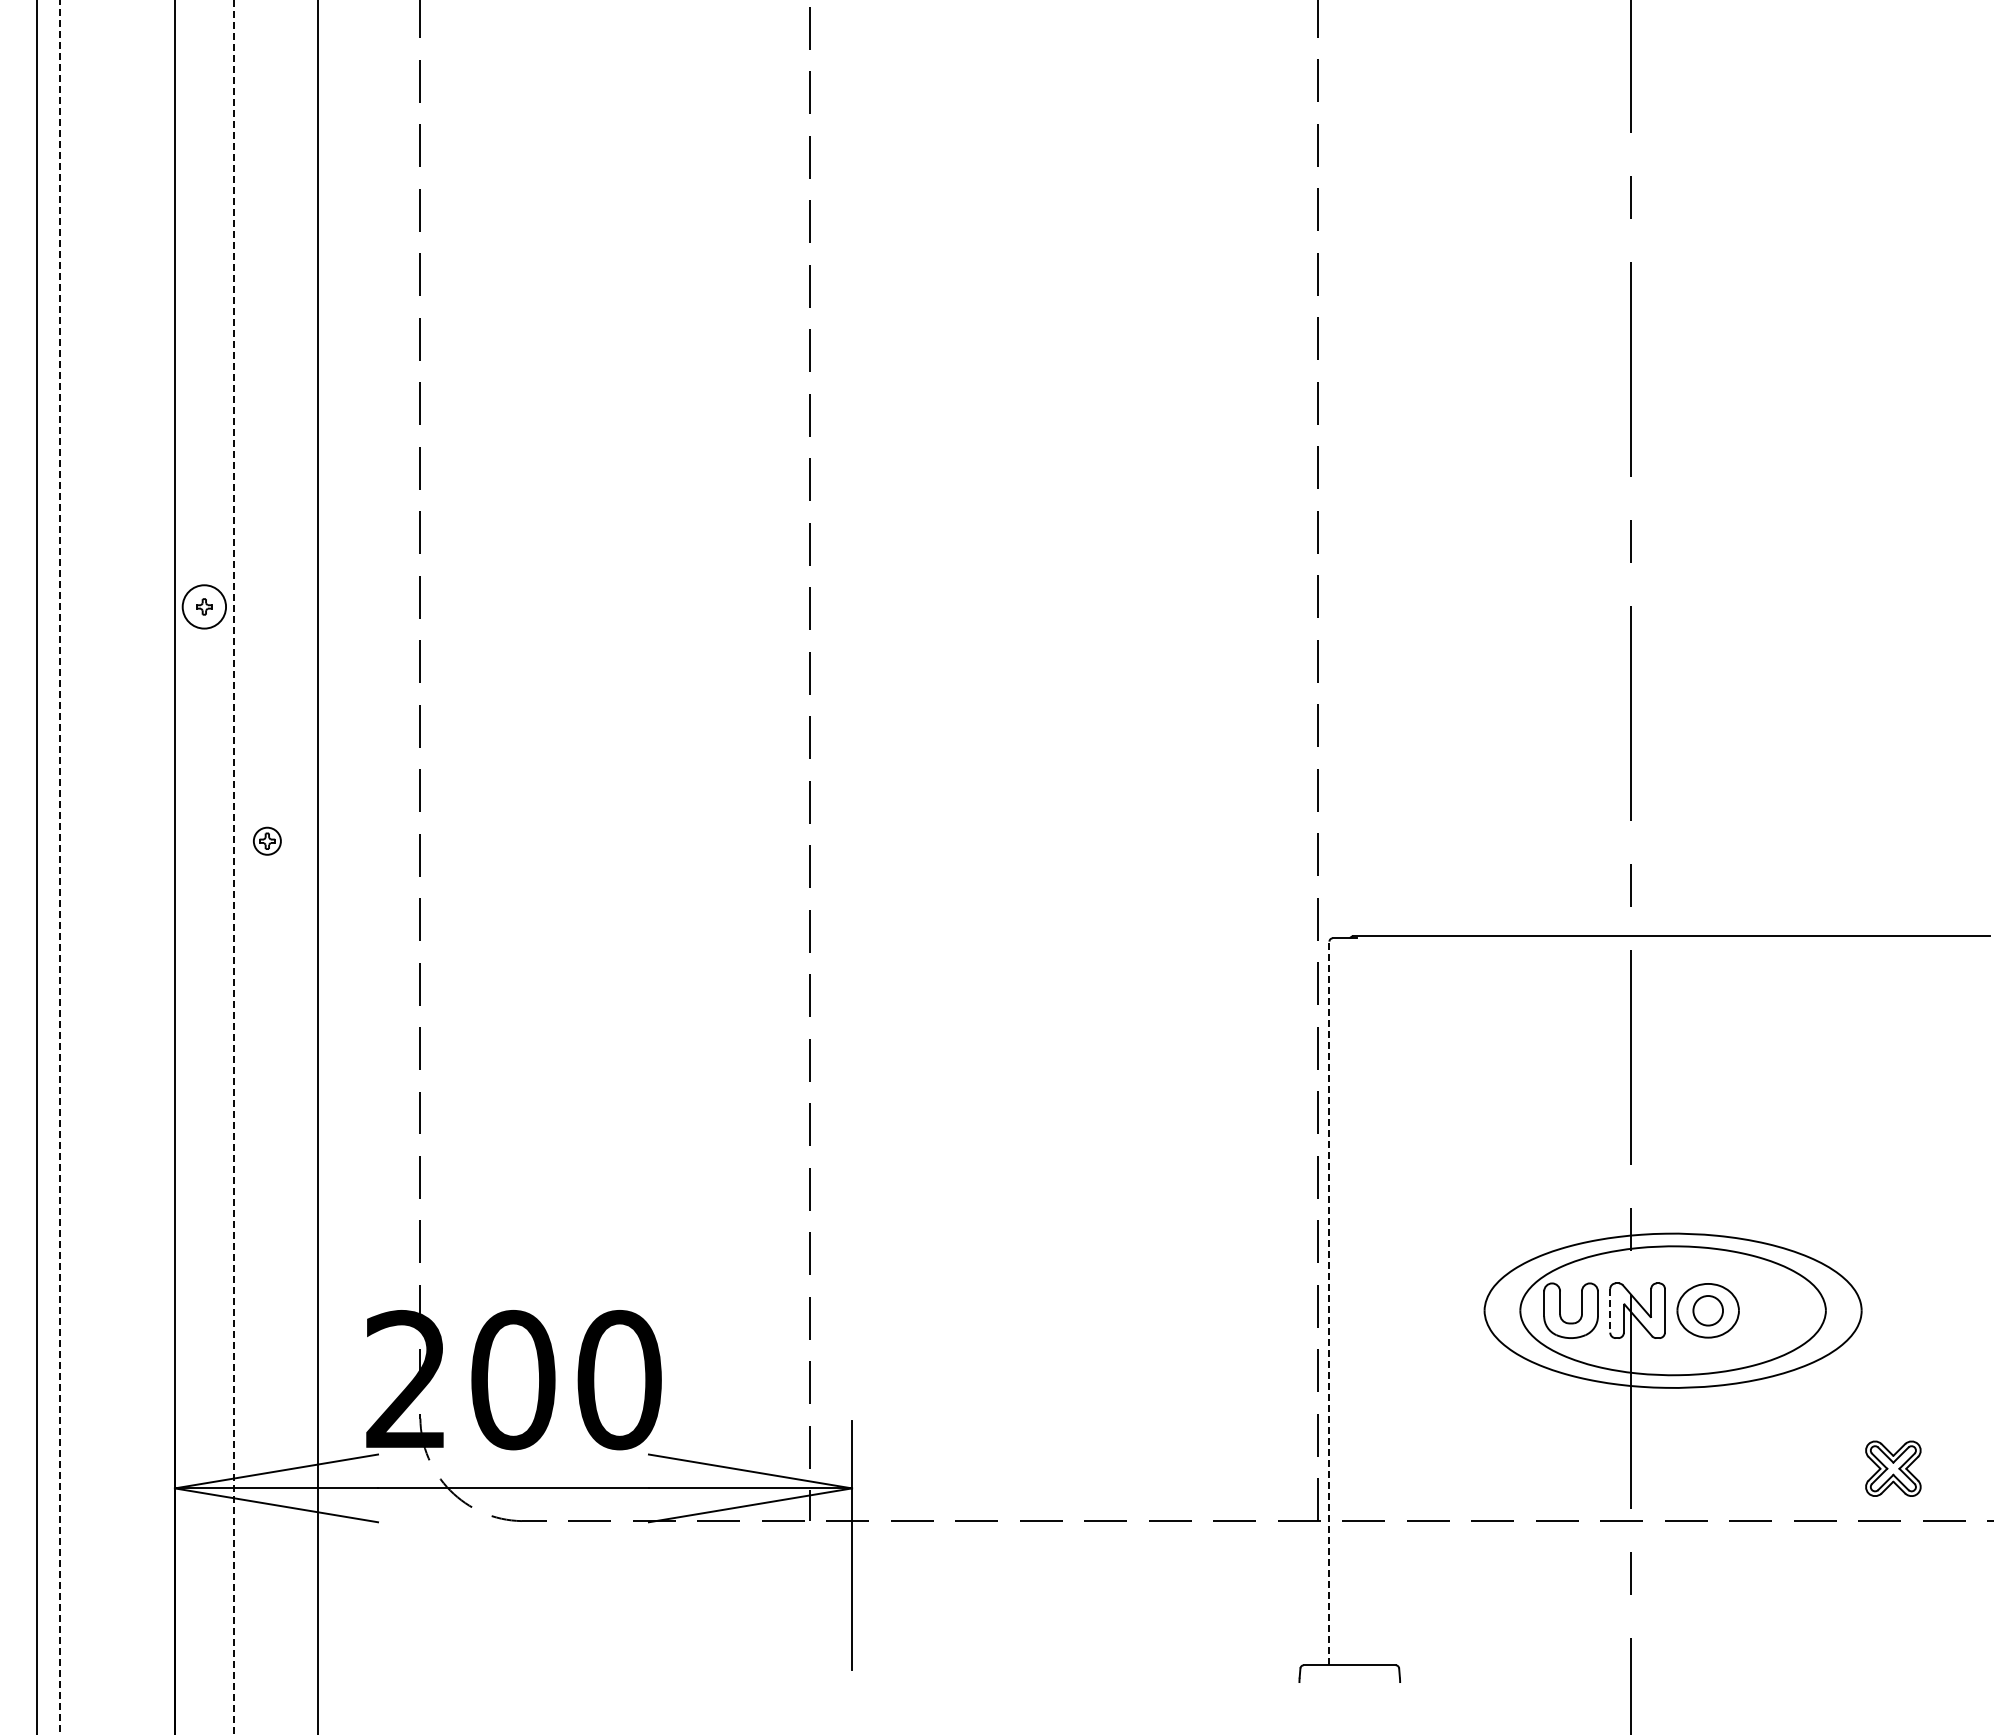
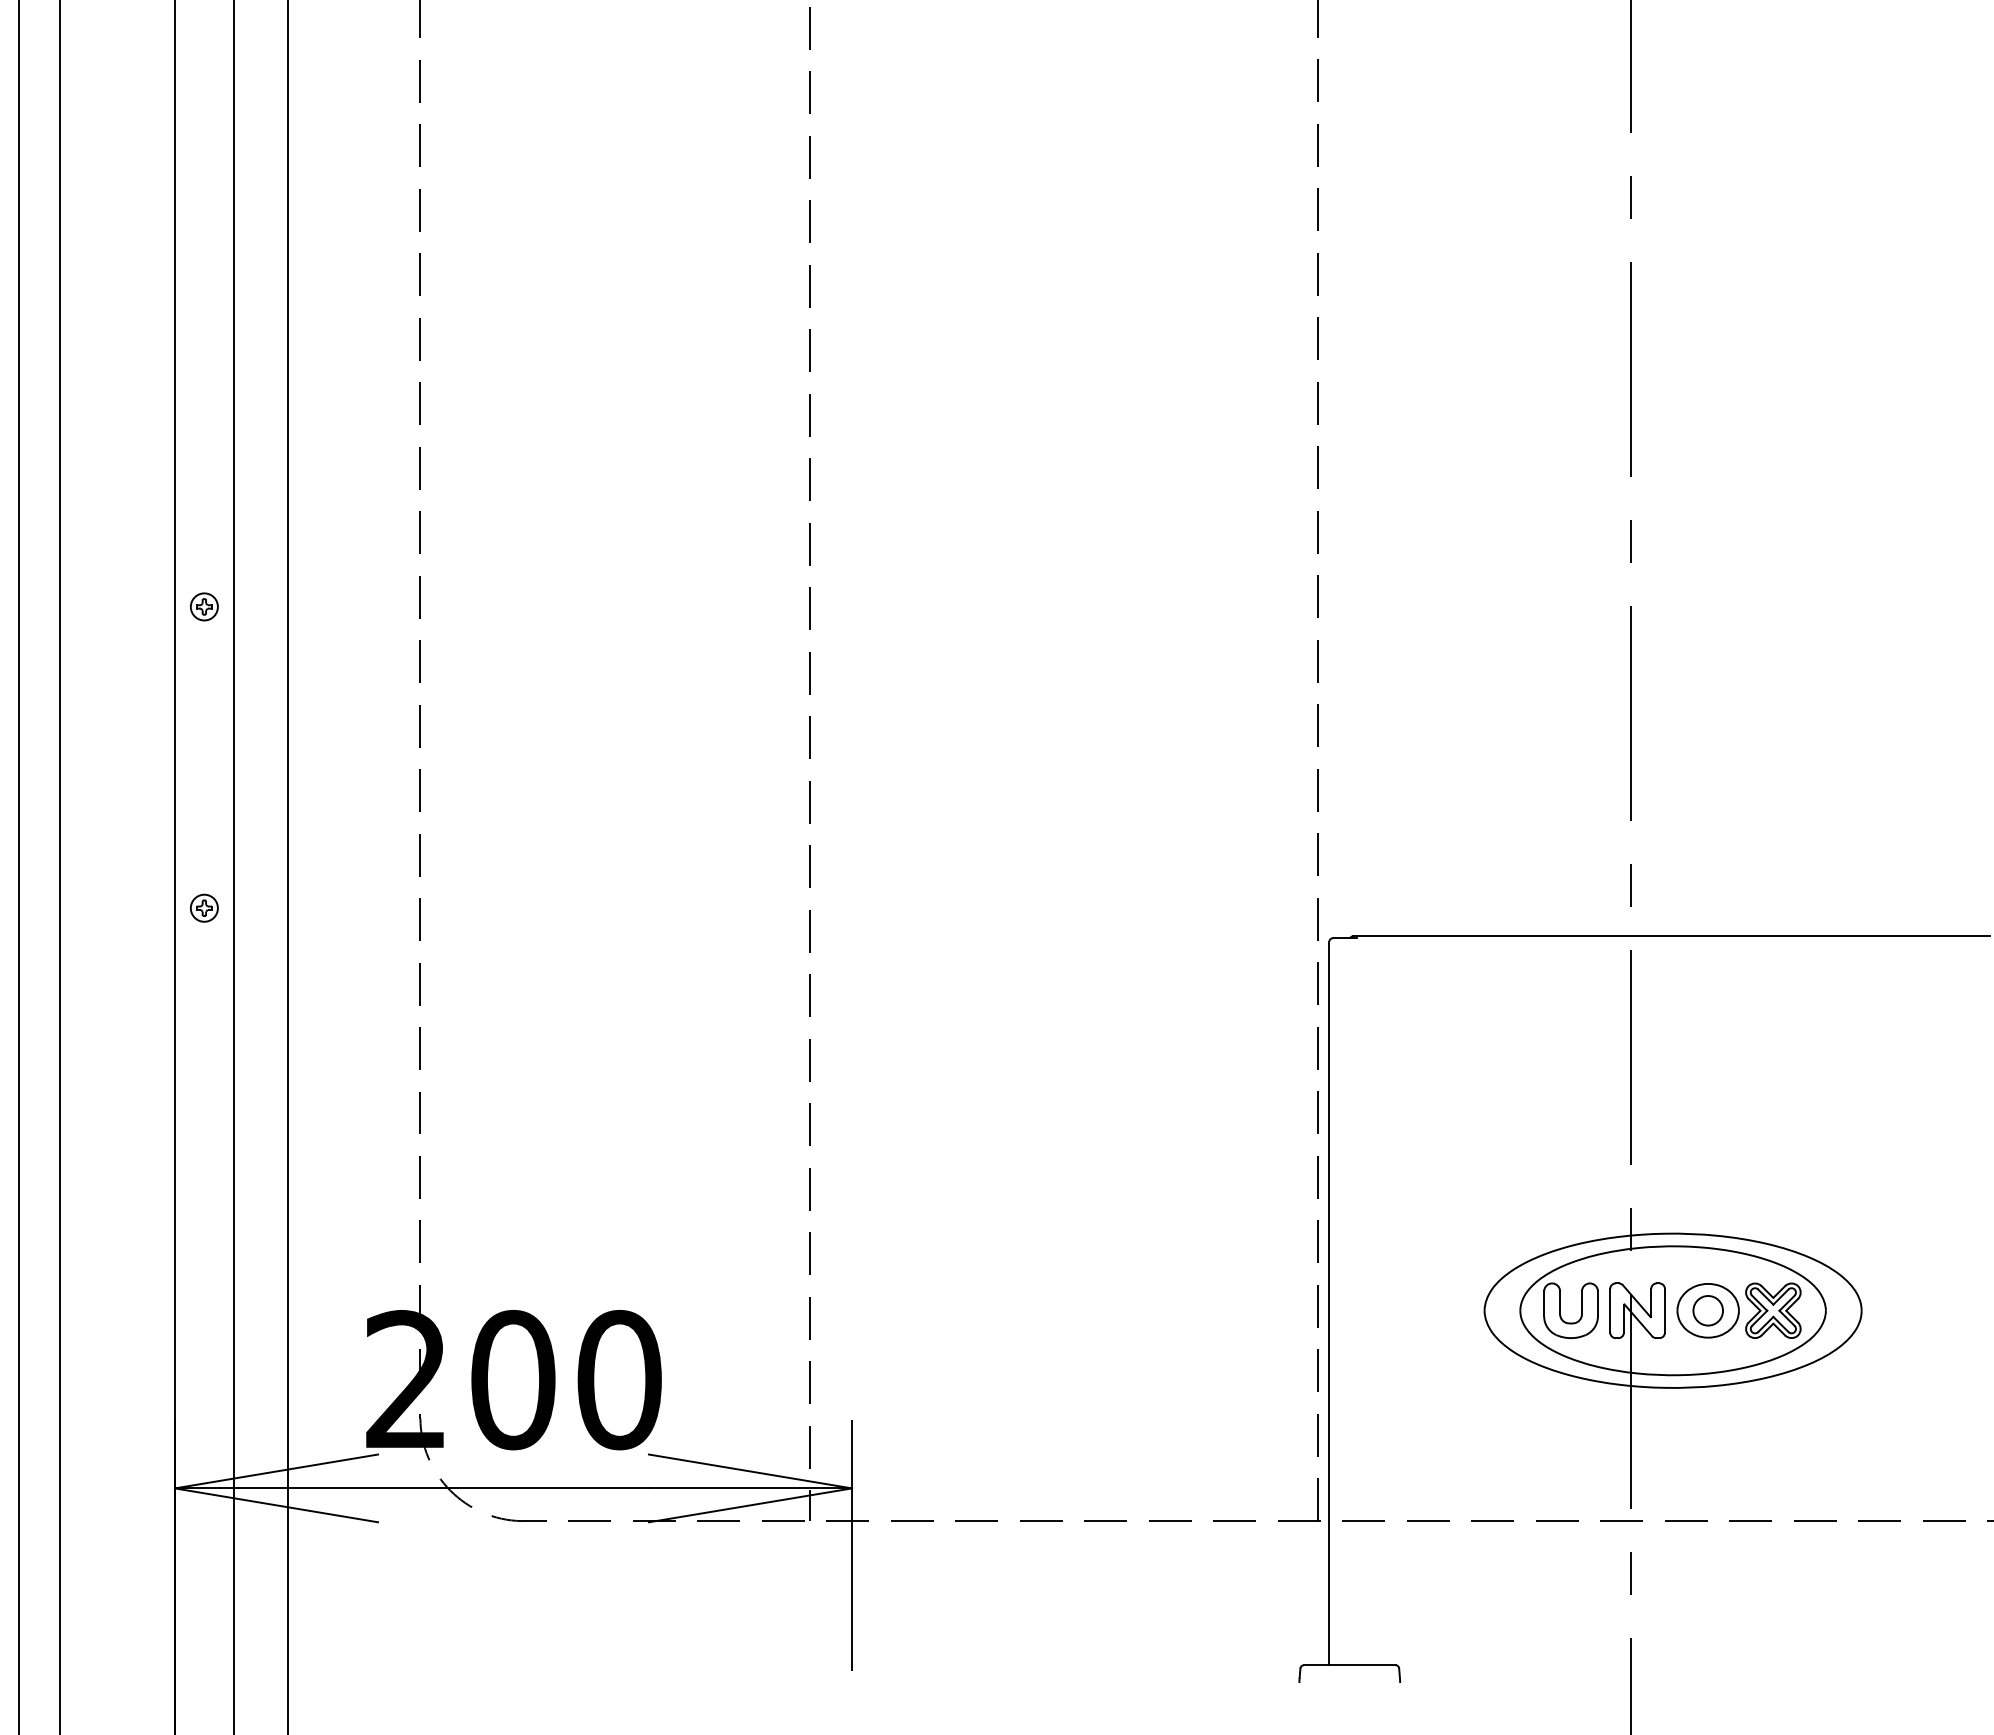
circle at (204, 606) diameter: 43 px -> 27 px
part at (267, 840) position: (267, 840) -> (204, 907)
line at (37, 866) position: (37, 866) -> (19, 866)
line at (318, 866) position: (318, 866) -> (288, 866)
line at (59, 867): dashed -> solid
line at (234, 867): dashed -> solid
line at (1329, 1303): dashed -> solid
line at (1610, 1310): dashed -> solid
part at (1893, 1468) position: (1893, 1468) -> (1773, 1310)
